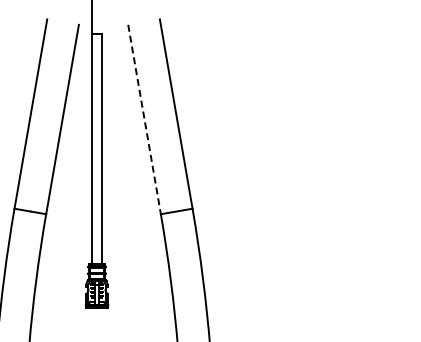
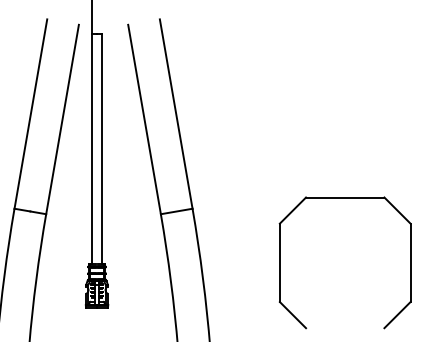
line at (144, 120): dashed -> solid
part at (344, 198): none -> present
